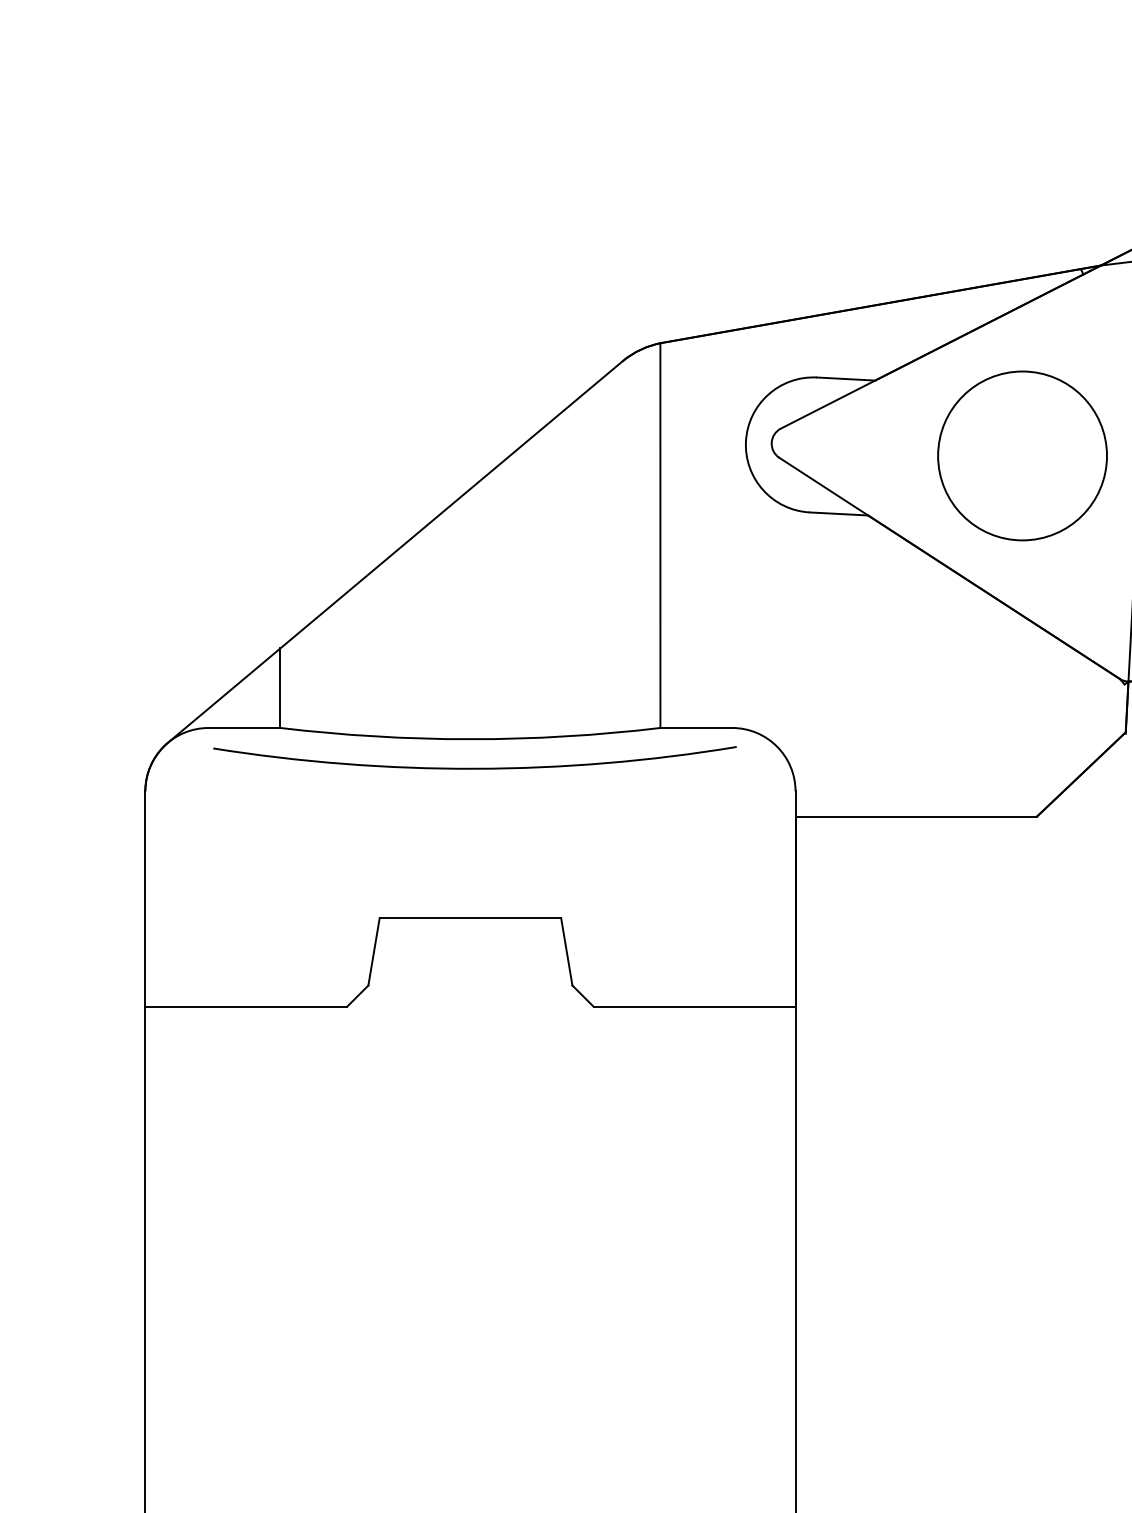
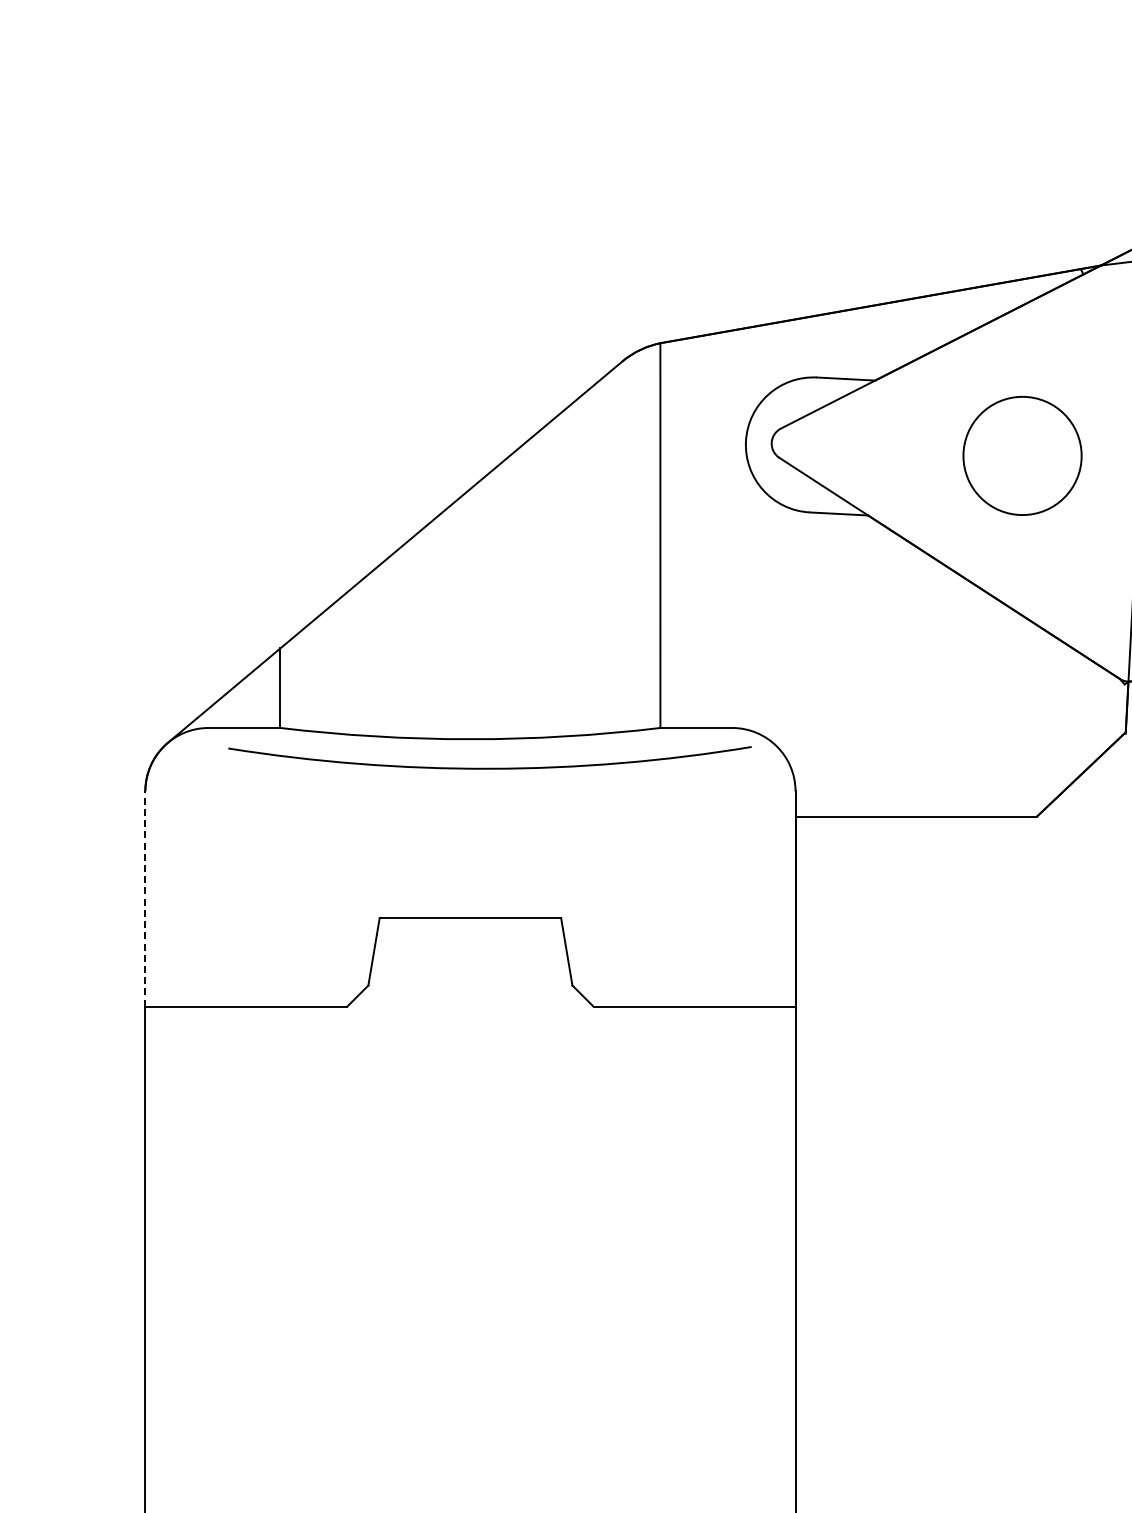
circle at (1022, 455) diameter: 169 px -> 118 px
arc at (474, 767) position: (474, 767) -> (489, 767)
line at (145, 898): solid -> dashed
